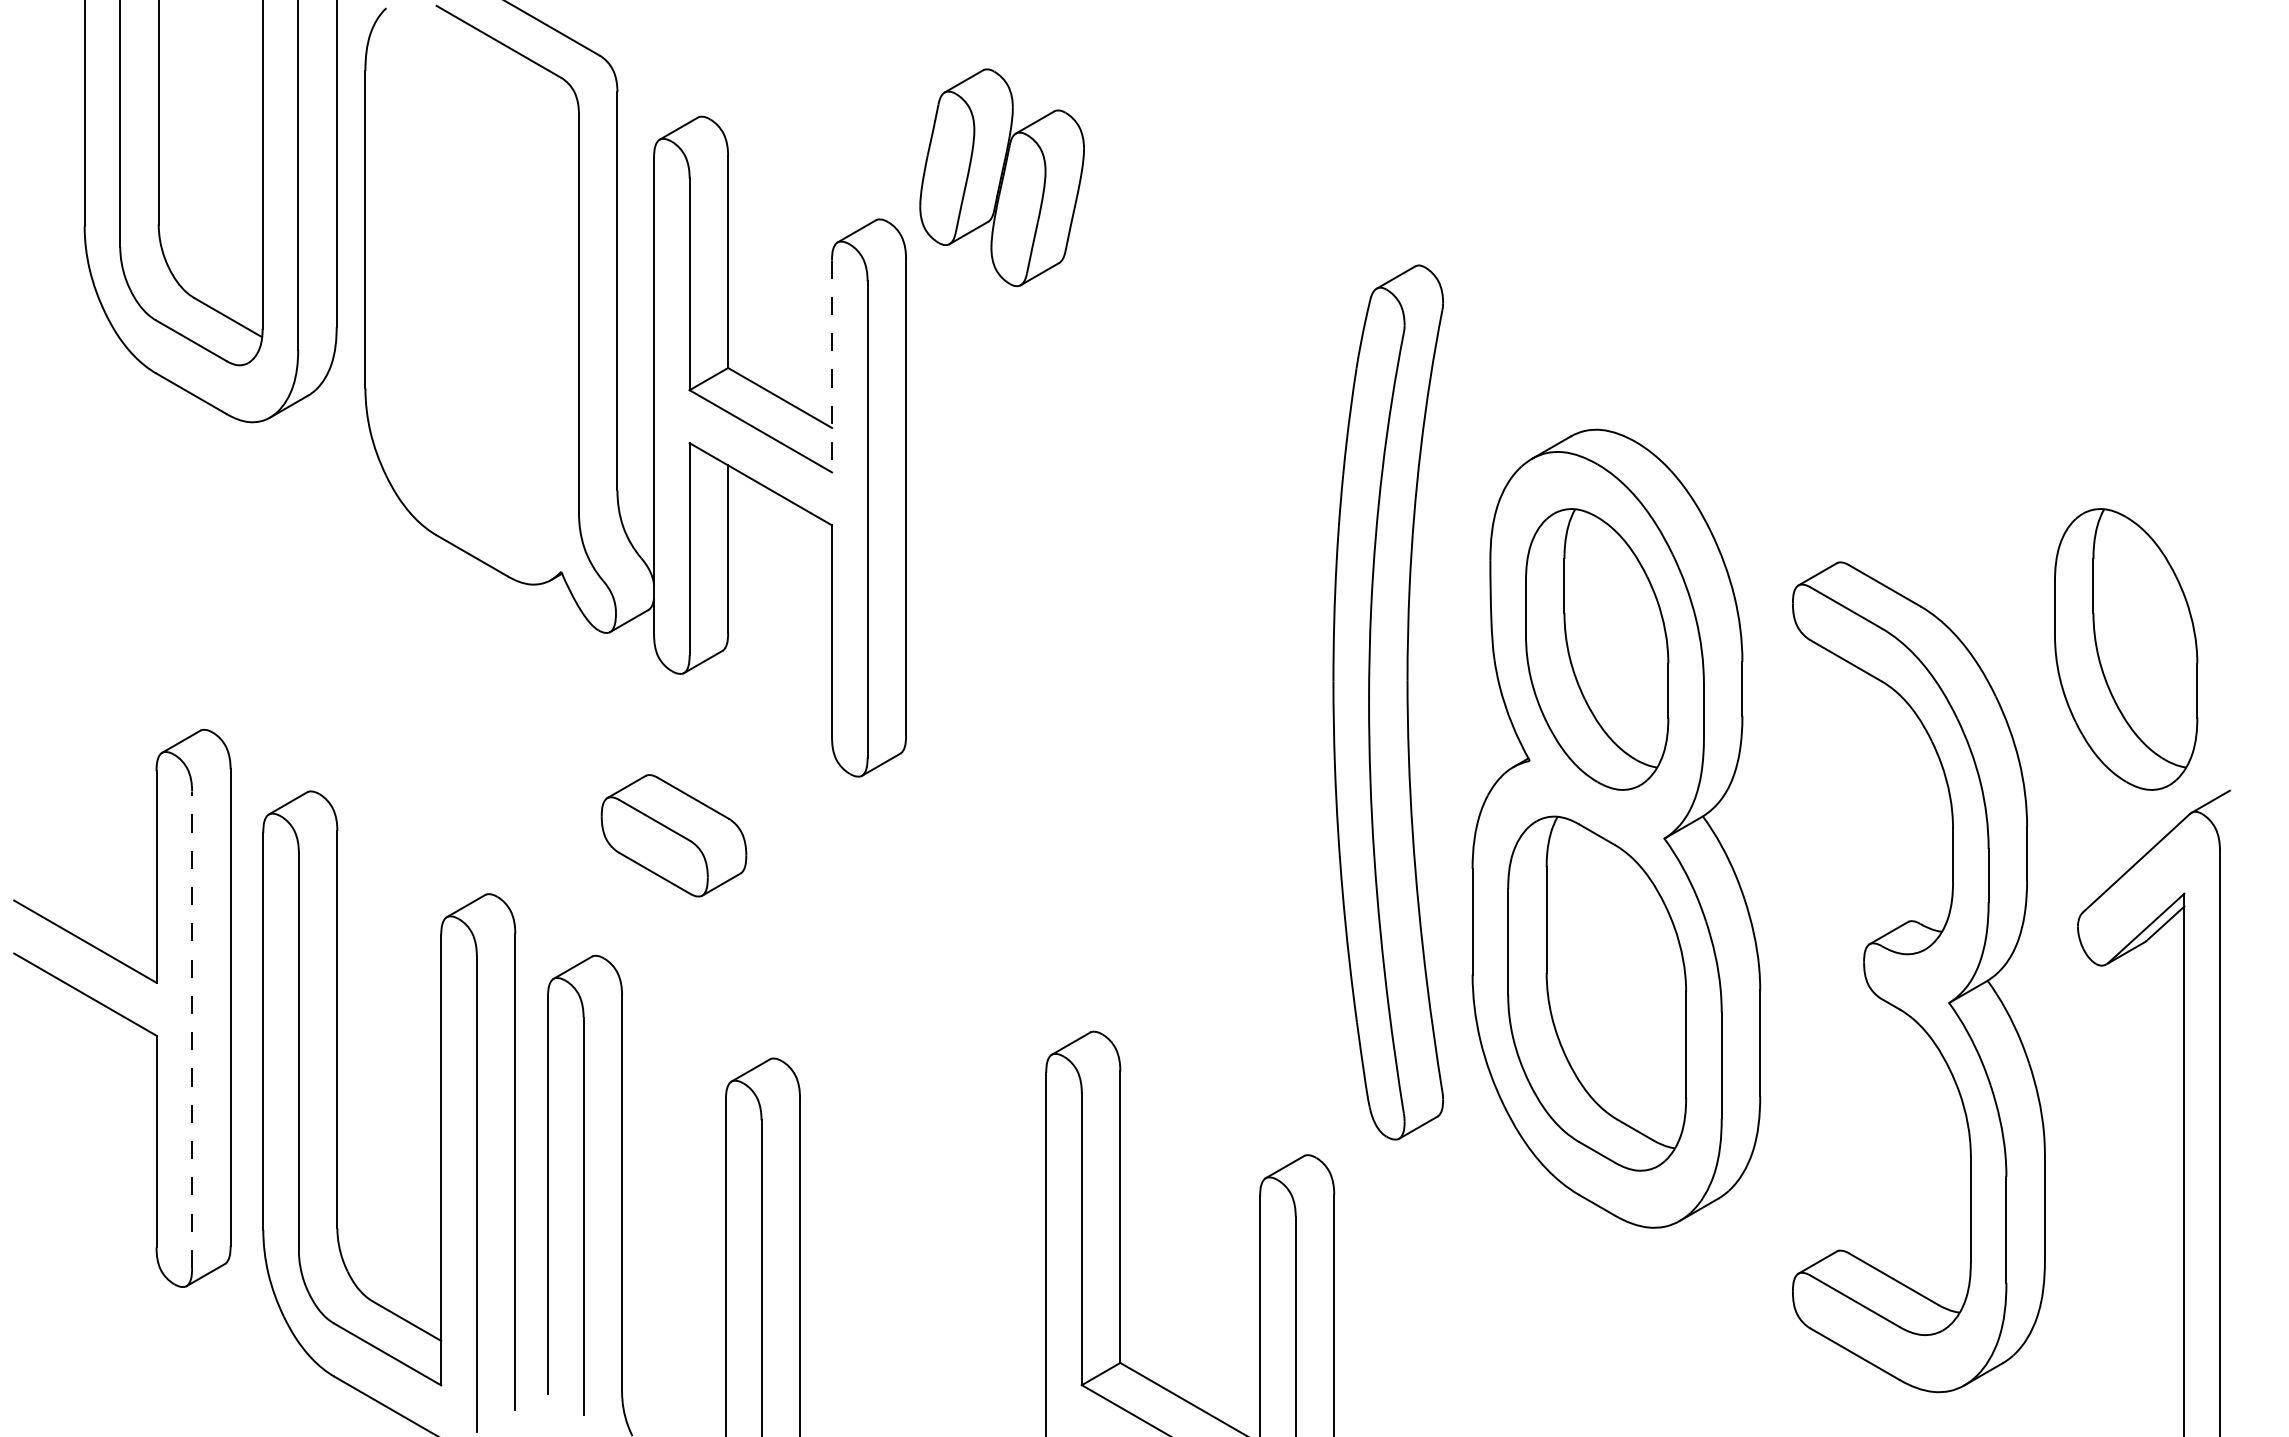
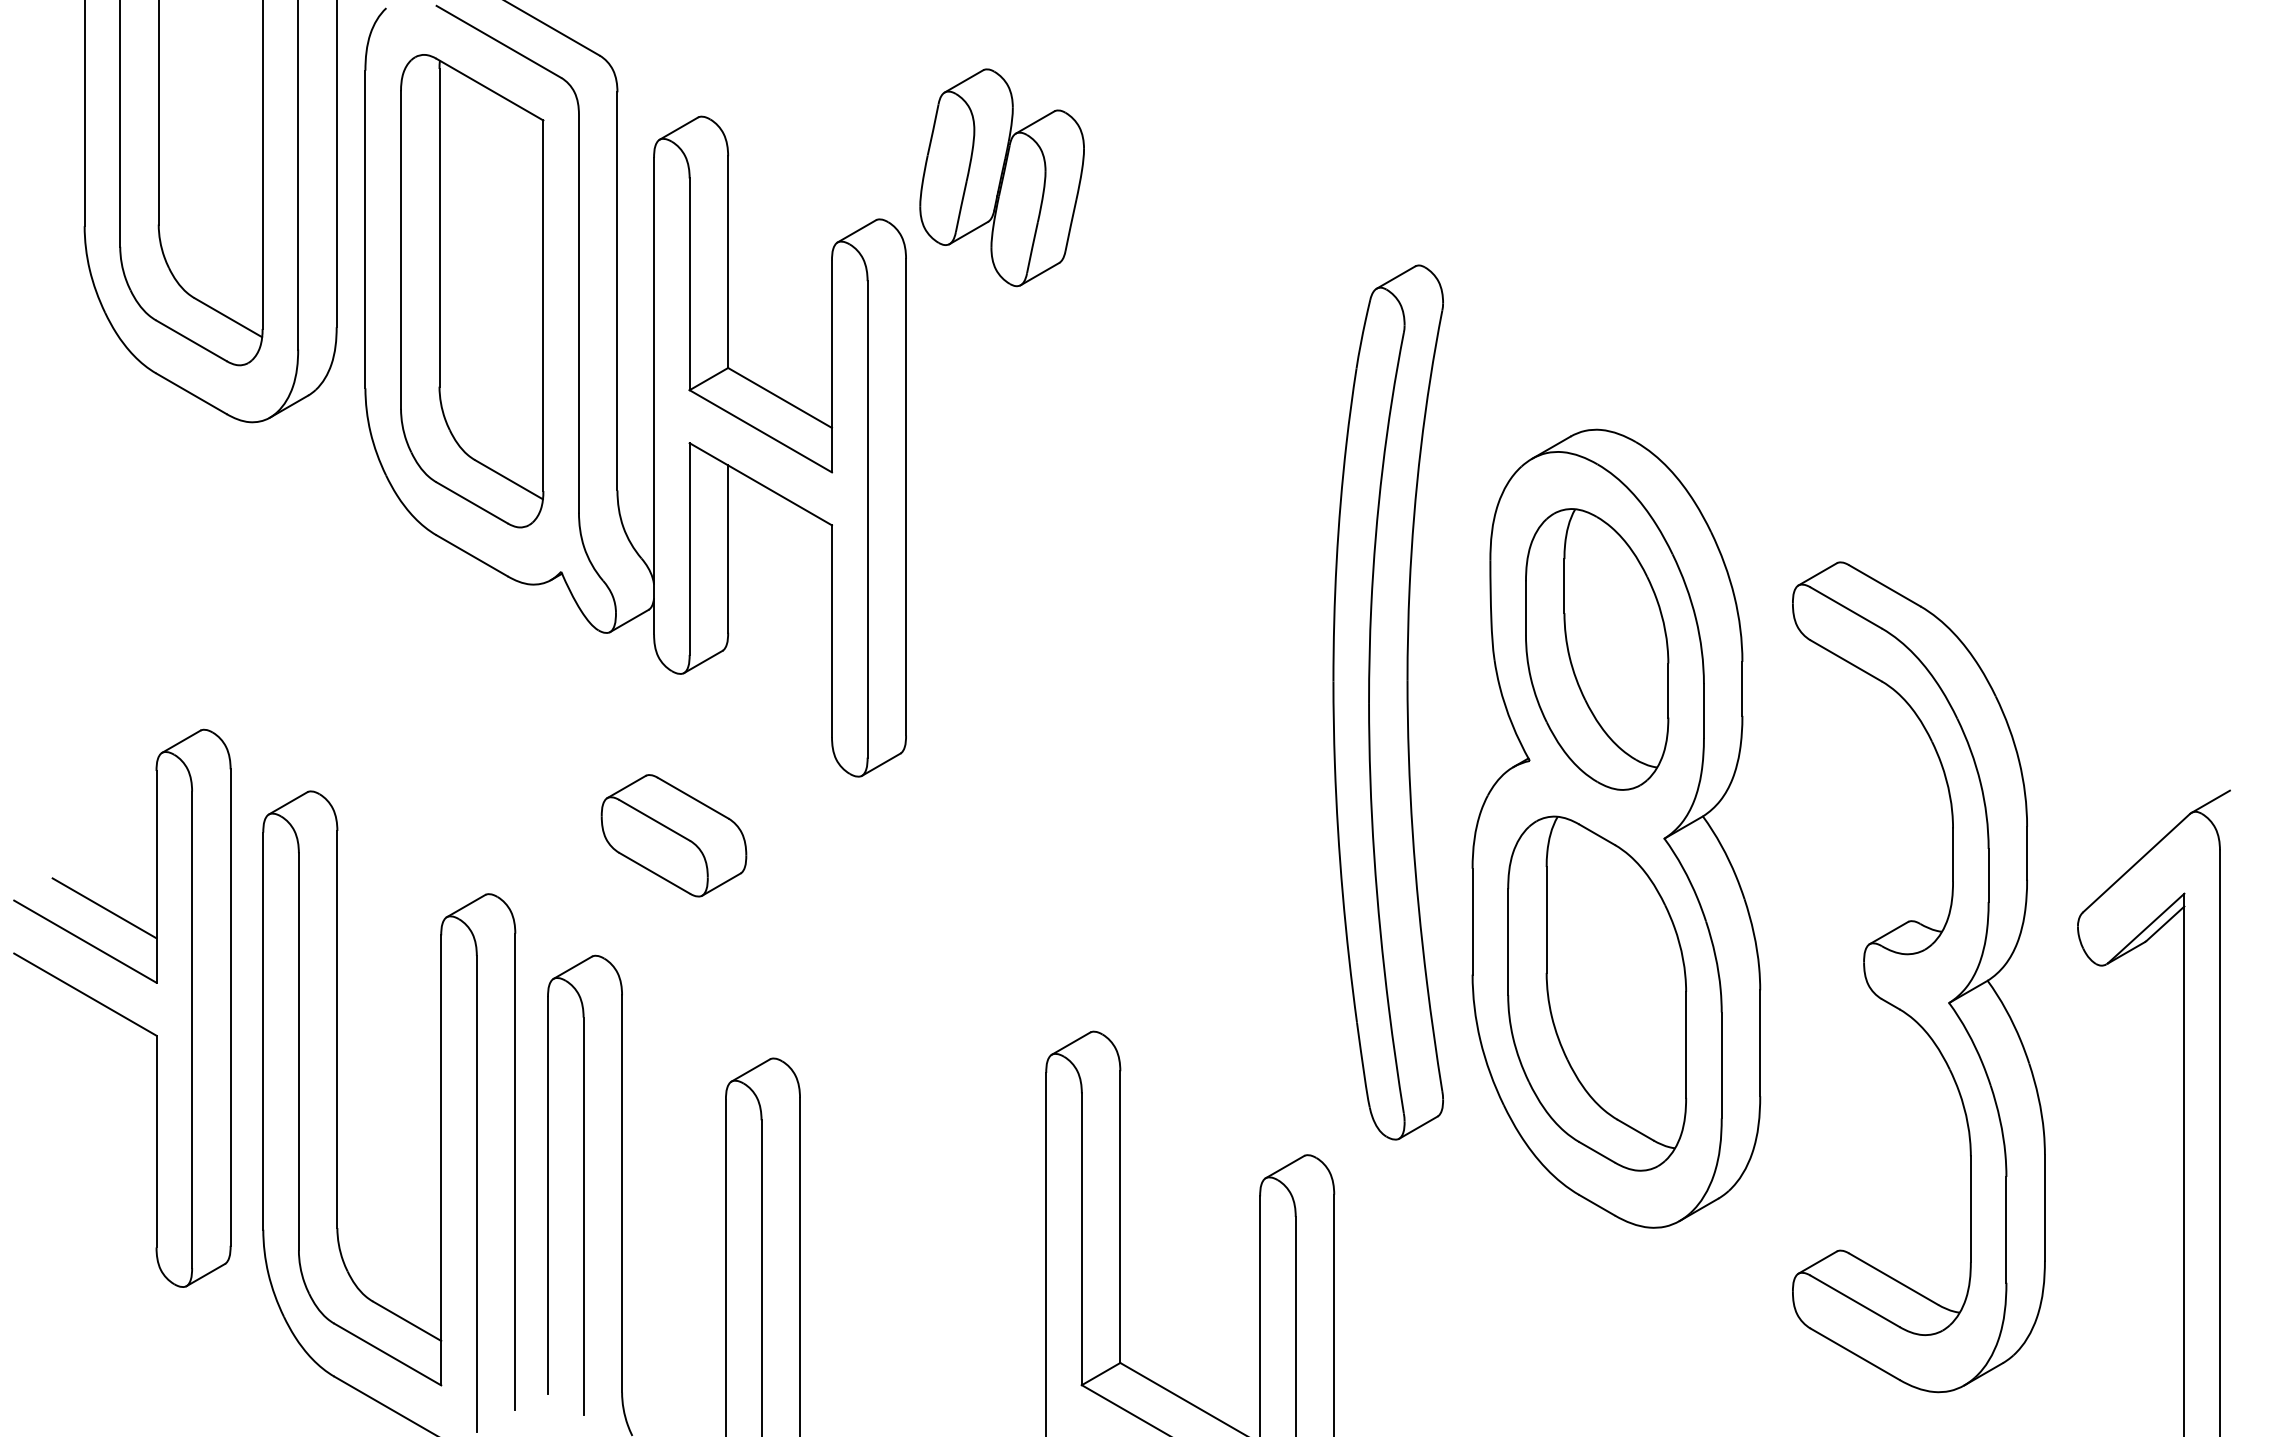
part at (472, 291): none -> present
line at (832, 366): dashed -> solid
part at (2126, 649): present -> none
line at (104, 908): none -> present
line at (192, 1029): dashed -> solid
